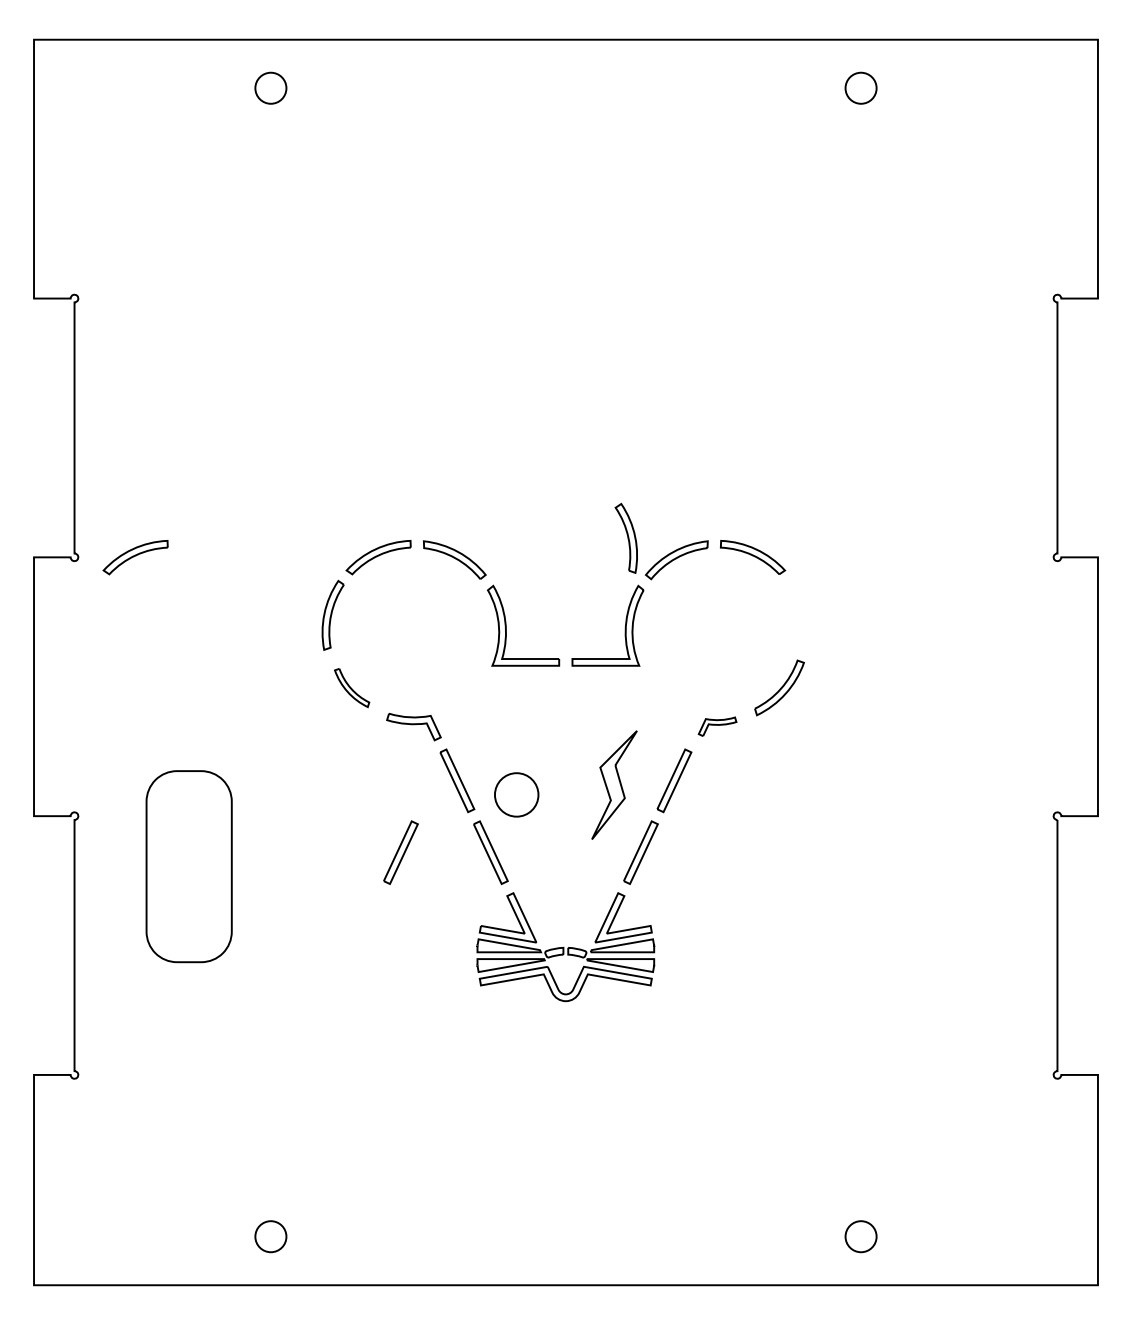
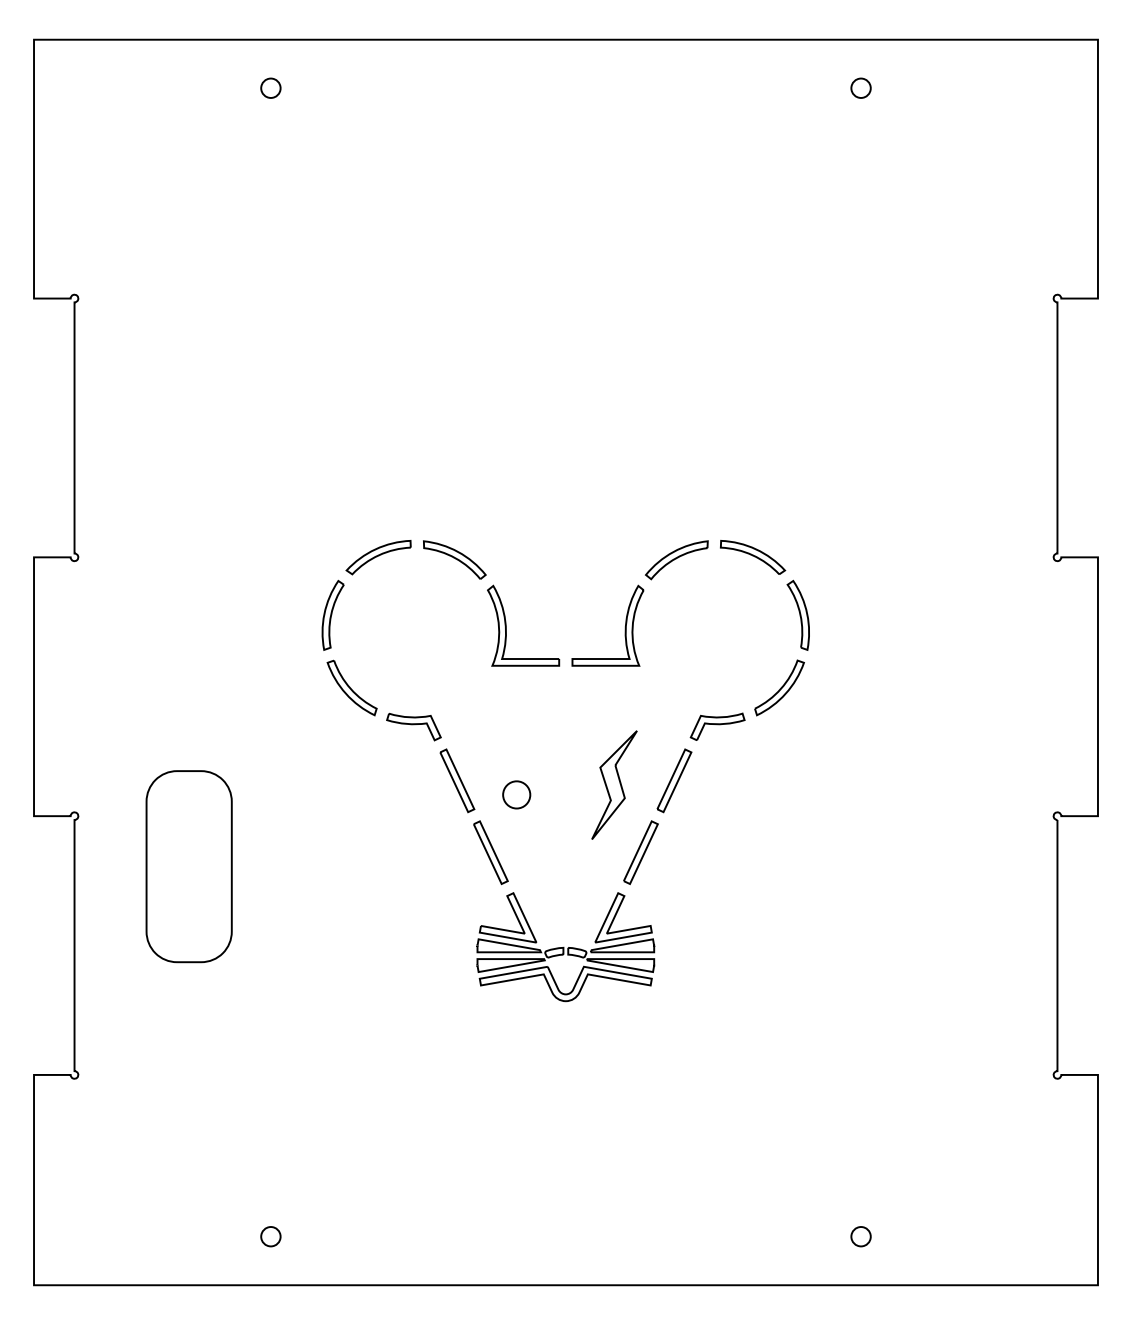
circle at (270, 87) diameter: 31 px -> 19 px
circle at (860, 87) diameter: 31 px -> 19 px
part at (625, 537) position: (625, 537) -> (797, 614)
part at (135, 557): present -> none
part at (352, 688) size: 37x41 px -> 52x58 px
part at (717, 726) size: 41x21 px -> 57x29 px
circle at (516, 794) diameter: 43 px -> 27 px
part at (400, 852): present -> none
circle at (270, 1236) diameter: 31 px -> 19 px
circle at (860, 1236) diameter: 31 px -> 19 px
